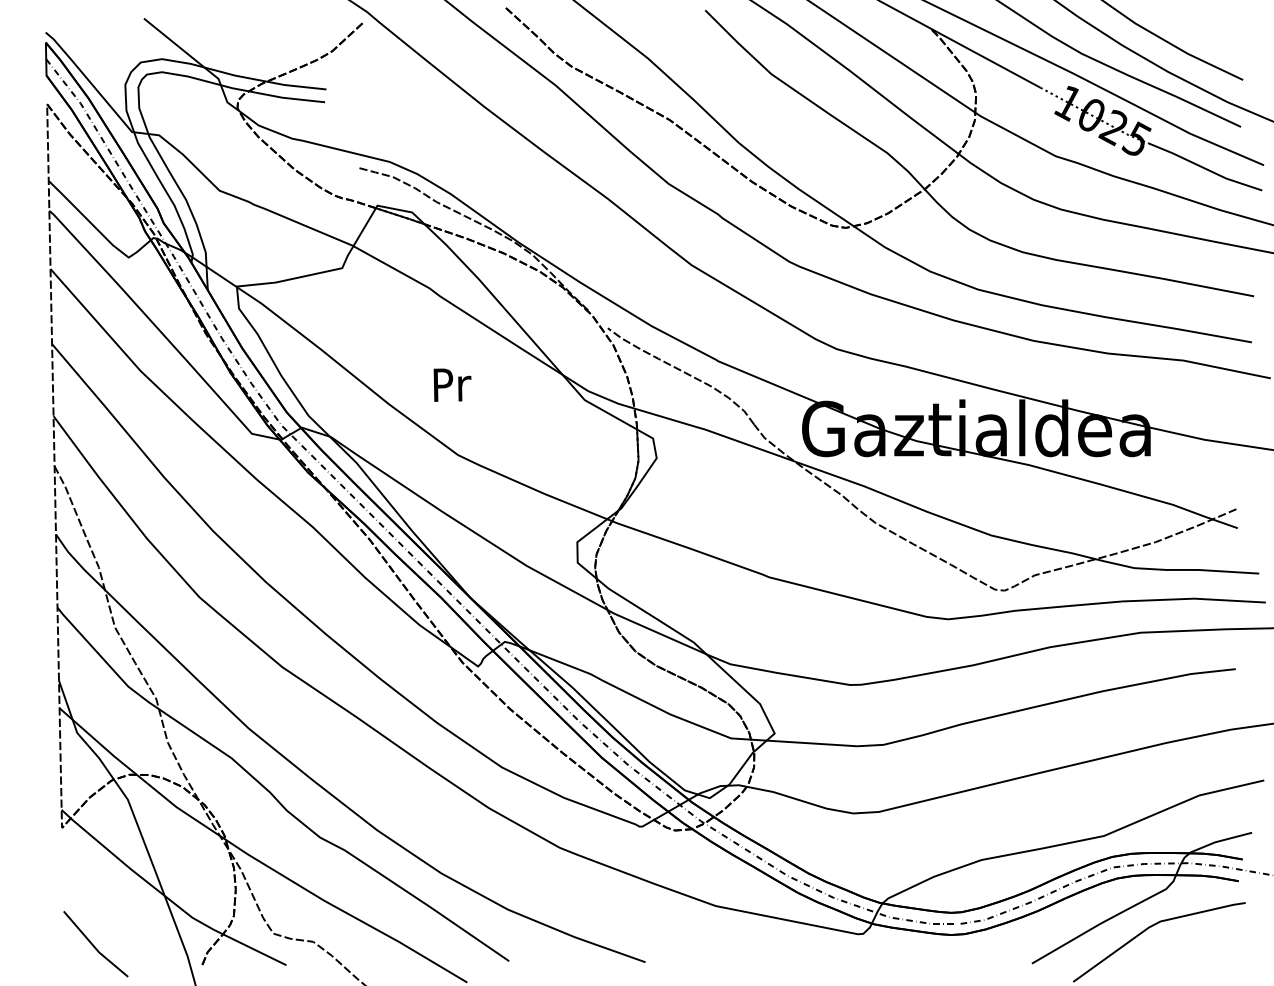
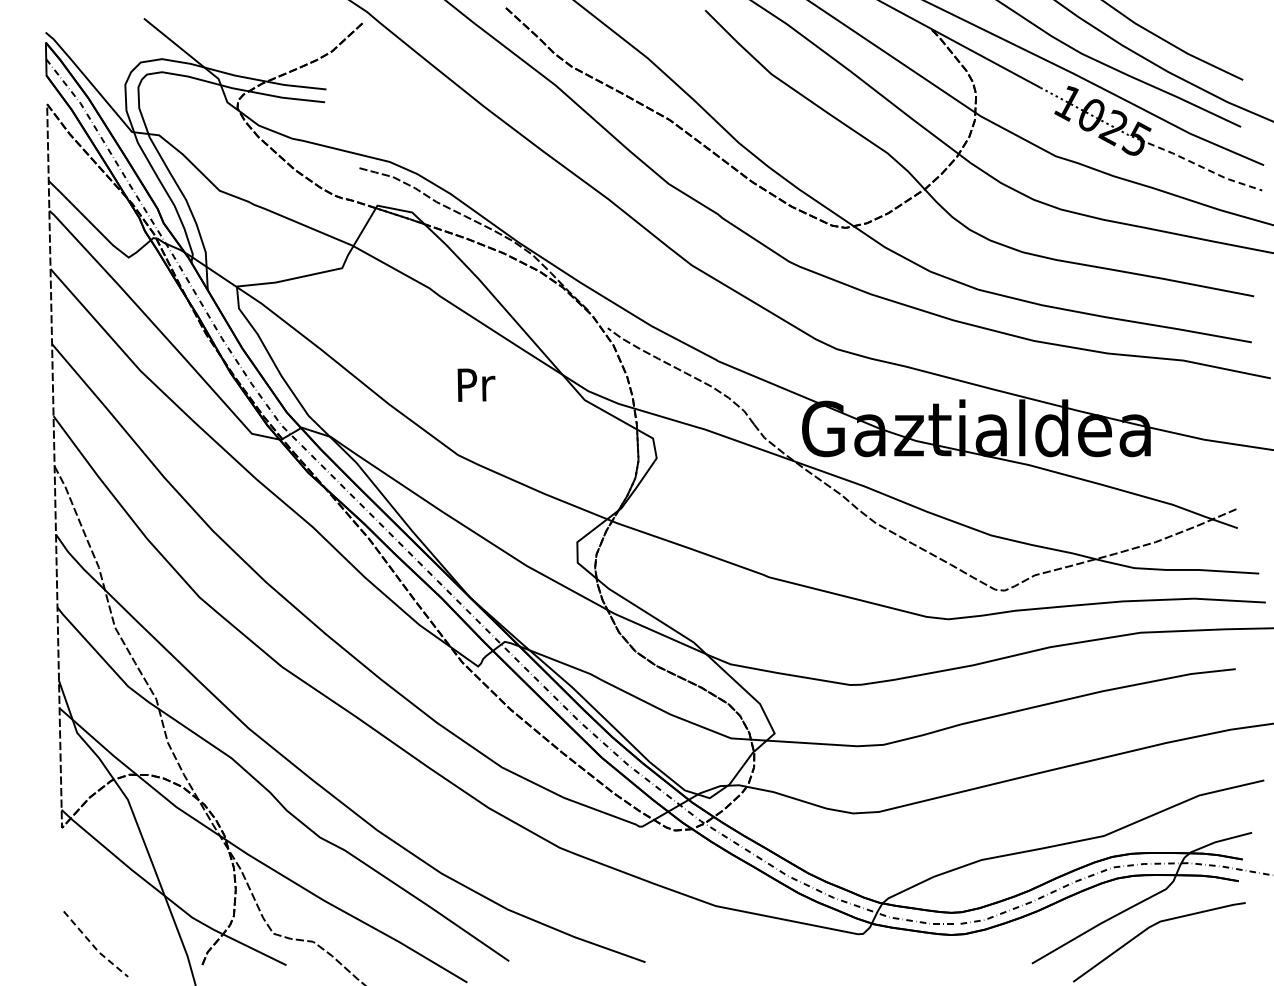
line at (1204, 168): solid -> dashed
text at (452, 384) position: (452, 384) -> (476, 384)
line at (94, 947): solid -> dashed
